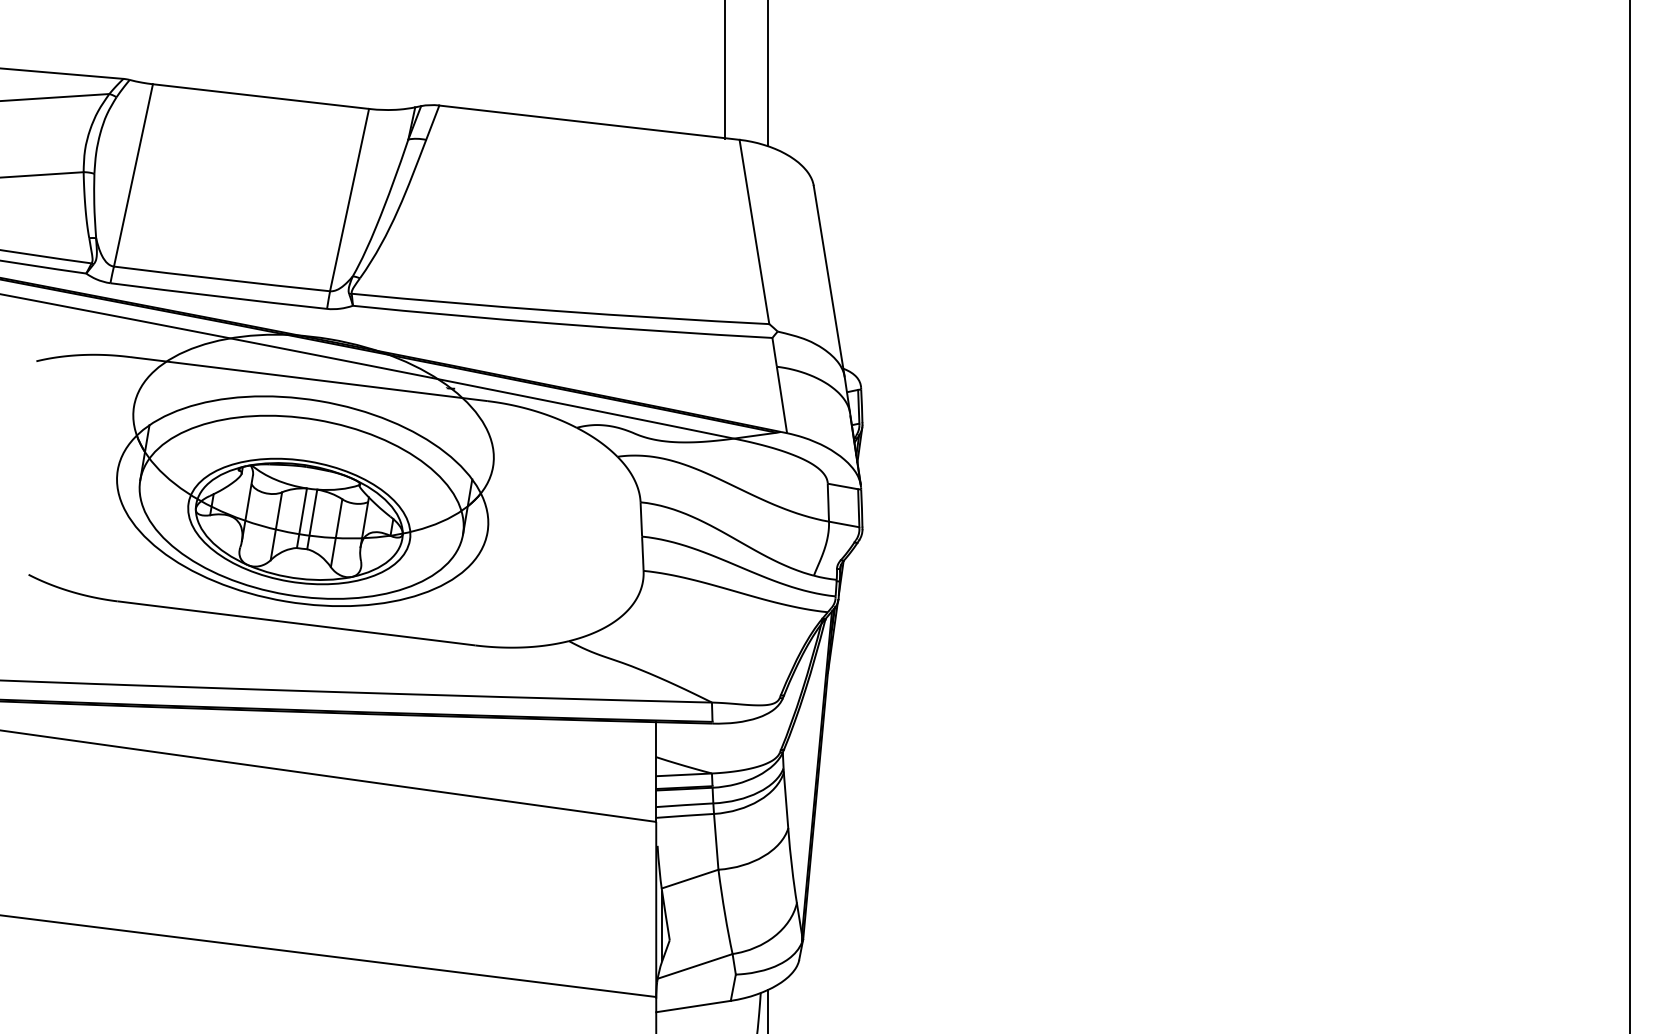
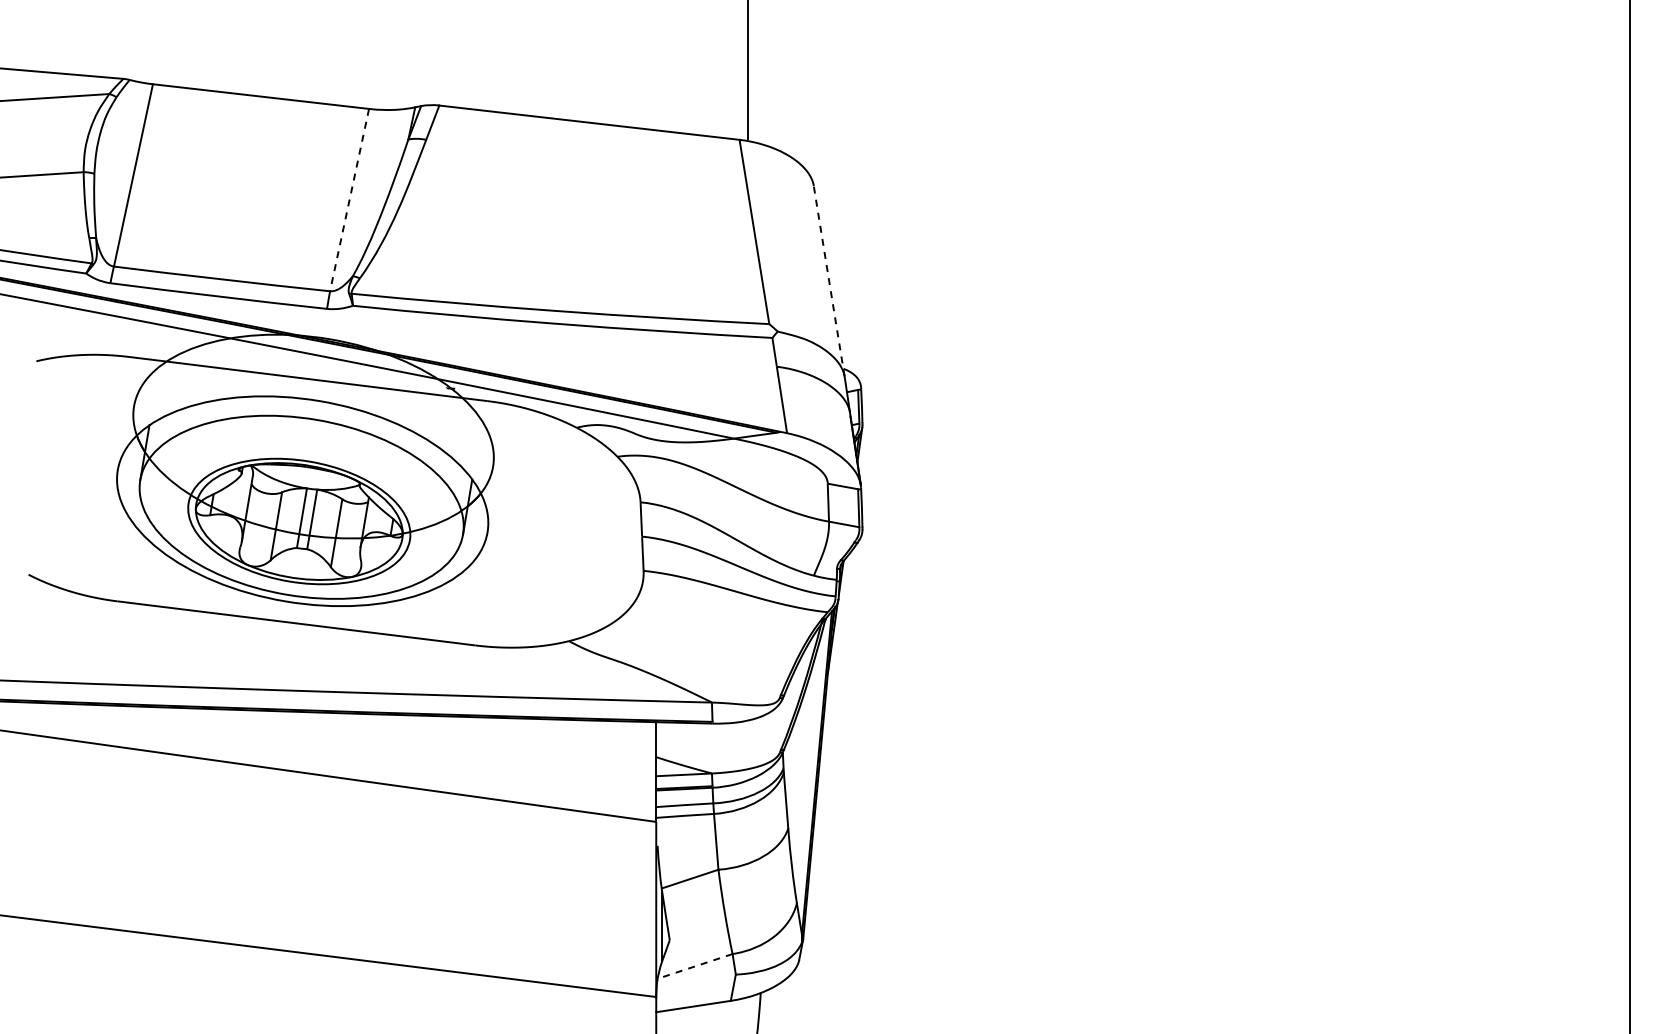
line at (725, 70) position: (725, 70) -> (748, 70)
line at (767, 73): present -> none
line at (349, 200): solid -> dashed
line at (829, 281): solid -> dashed
line at (694, 966): solid -> dashed
line at (767, 1009): present -> none
